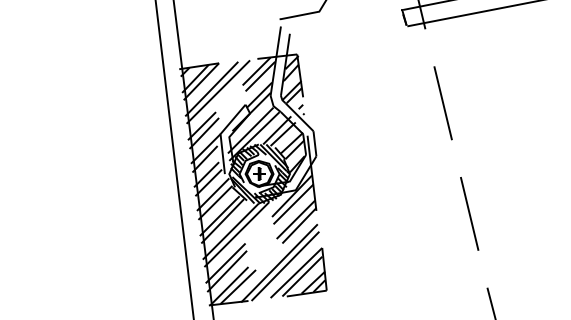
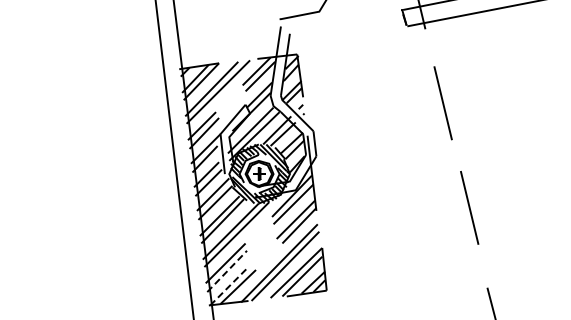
line at (469, 213) position: (469, 213) -> (469, 207)
line at (227, 271): solid -> dashed
line at (229, 285): solid -> dashed
